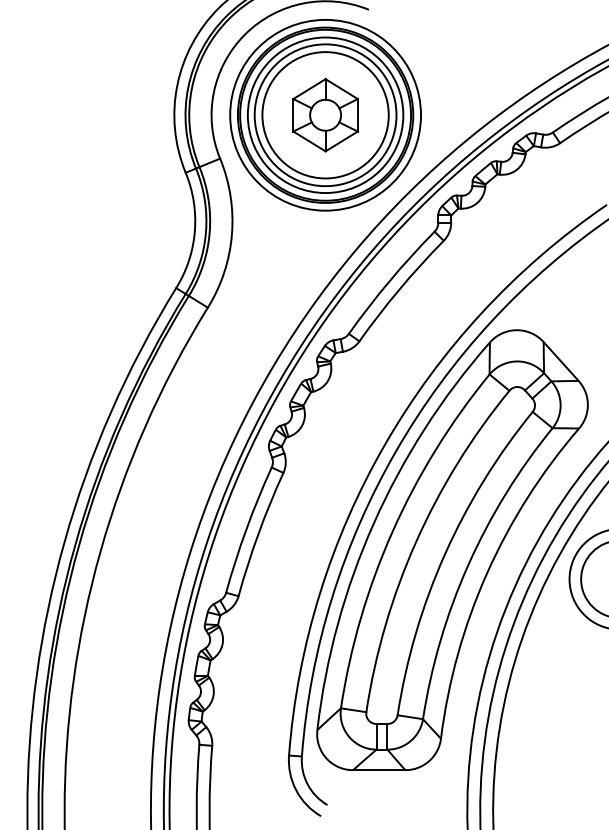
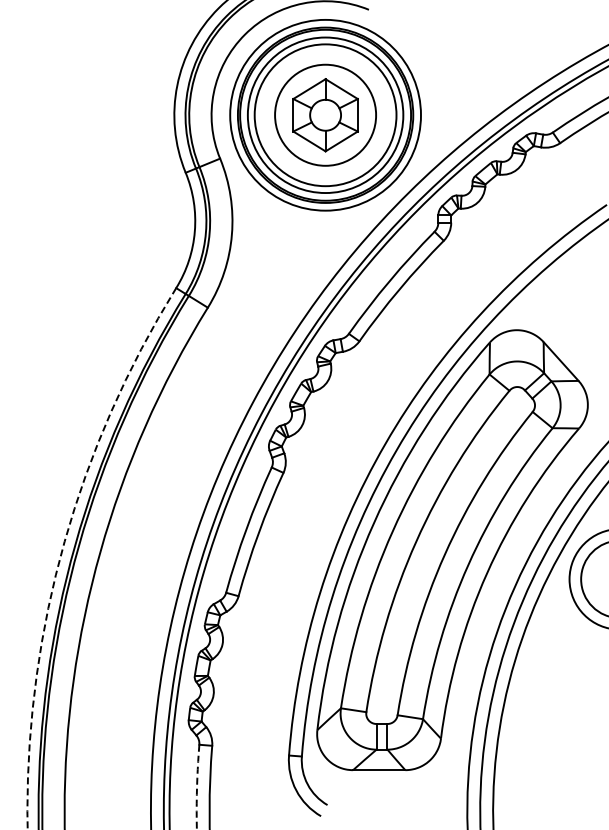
circle at (325, 115) diameter: 126 px -> 101 px
arc at (62, 550): solid -> dashed
arc at (197, 786): solid -> dashed
